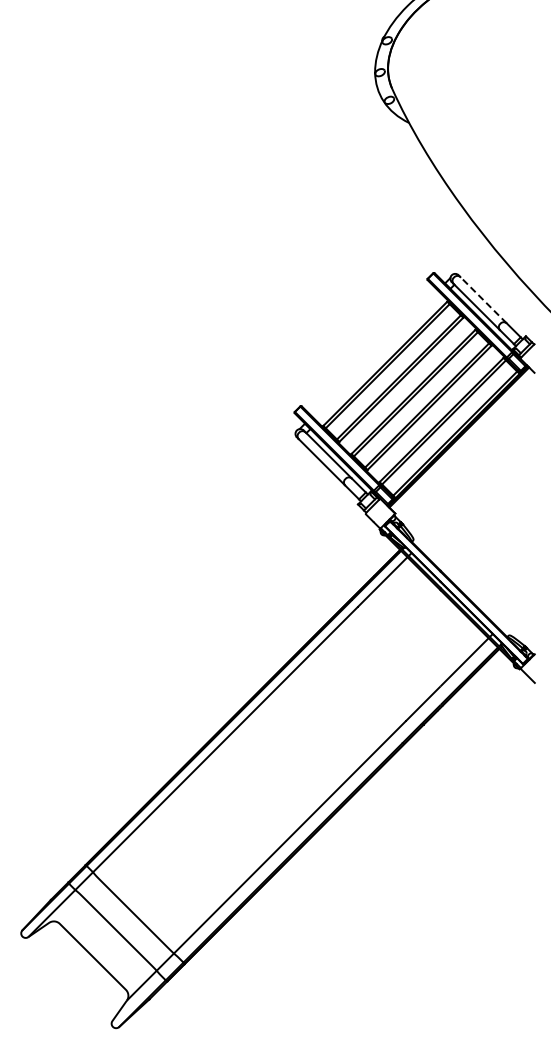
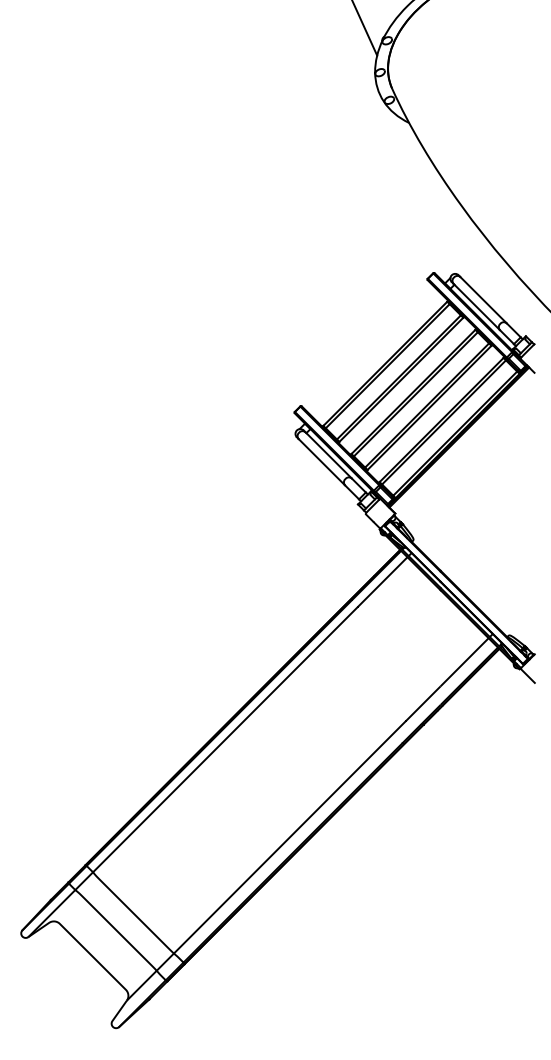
line at (365, 28): none -> present
line at (483, 300): dashed -> solid
